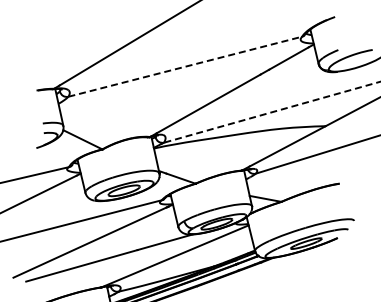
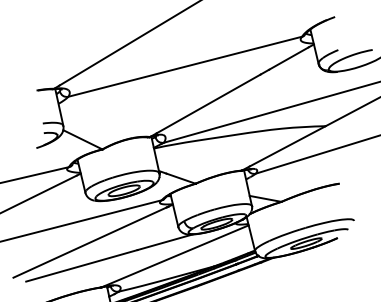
line at (185, 66): dashed -> solid
line at (271, 112): dashed -> solid
